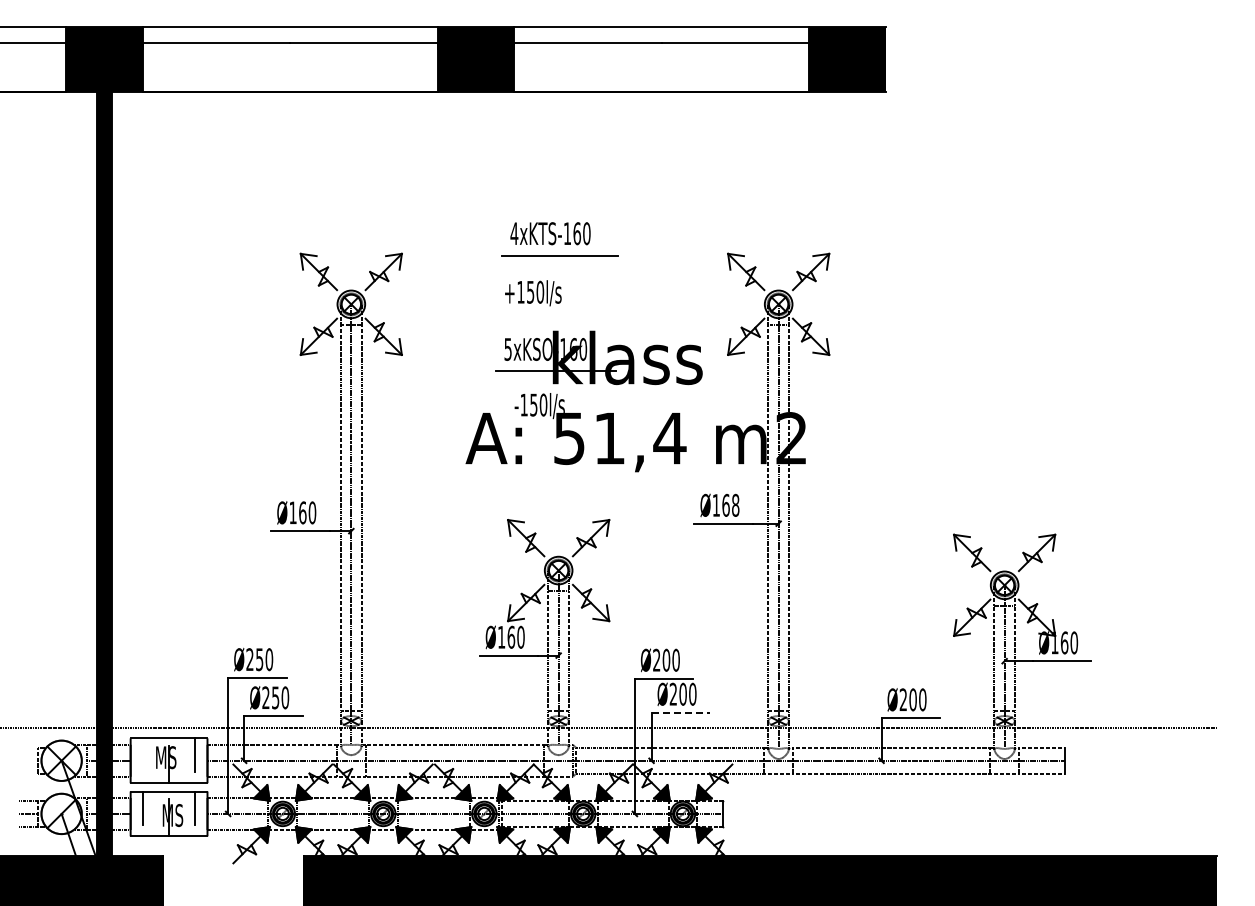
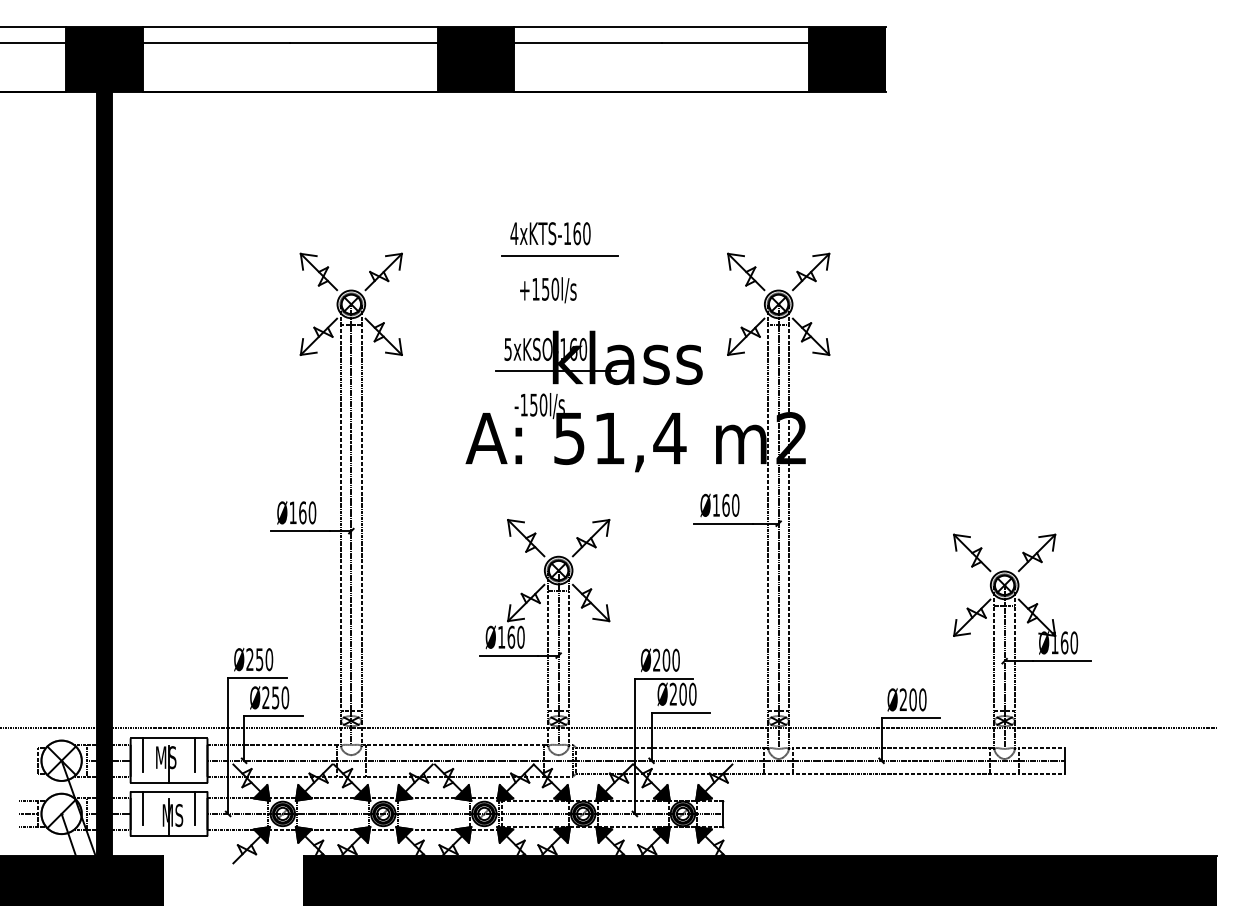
text at (533, 293) position: (533, 293) -> (548, 290)
text at (735, 505): Ø168 -> Ø160
line at (681, 712): dashed -> solid
line at (143, 755): none -> present
